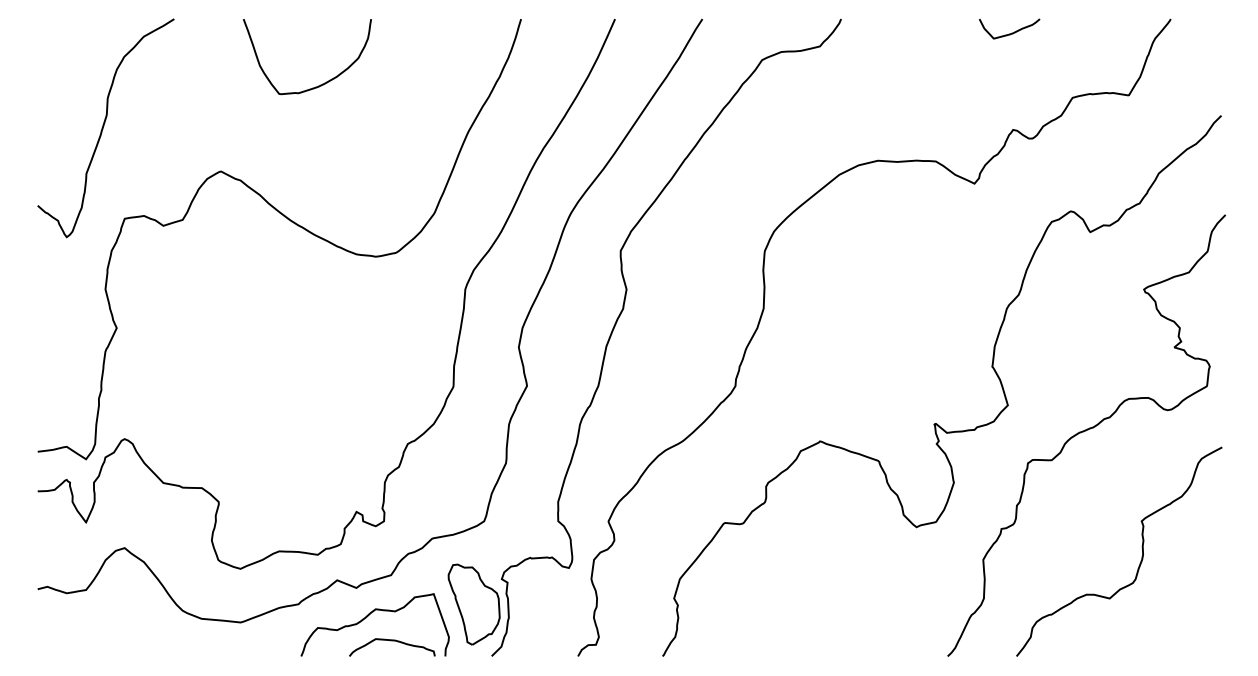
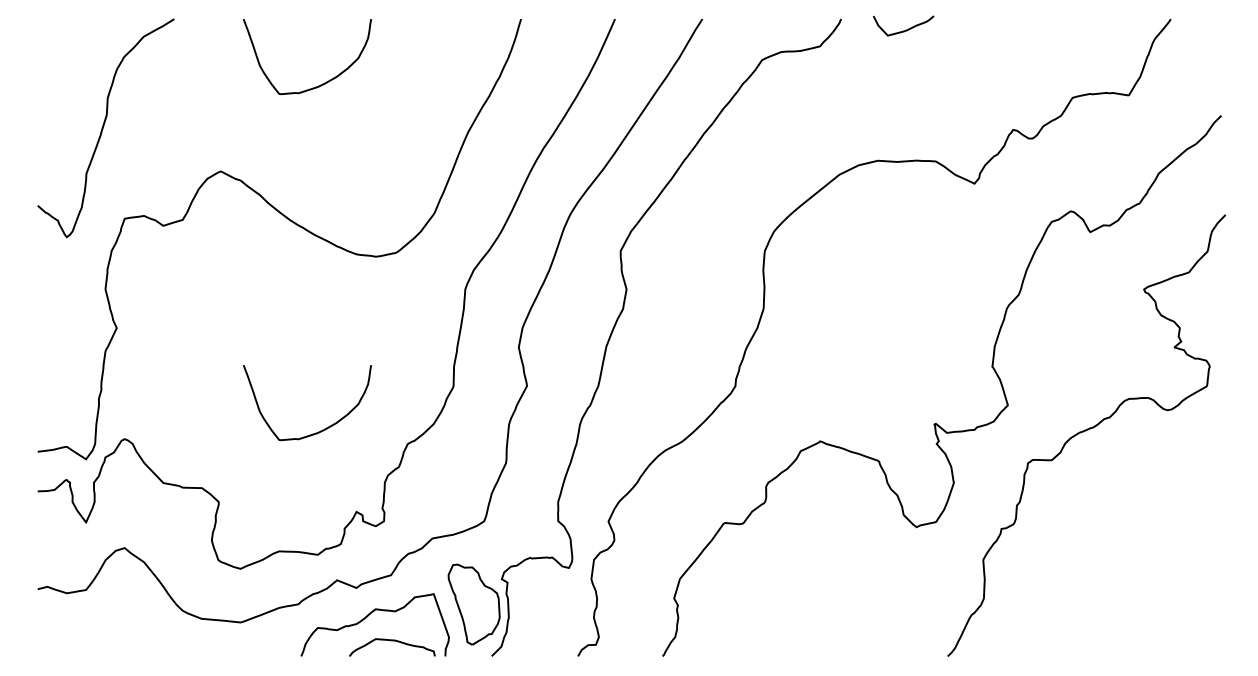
curve at (1011, 32) position: (1011, 32) -> (905, 29)
curve at (320, 430): none -> present
curve at (1141, 547): present -> none
